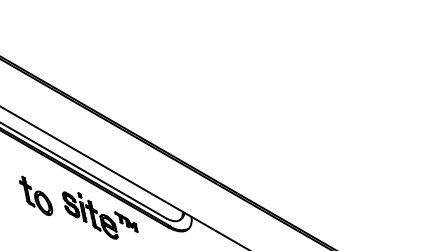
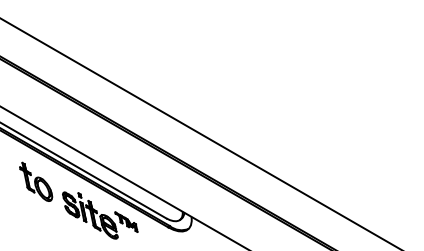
line at (200, 133): none -> present
part at (36, 195) position: (36, 195) -> (36, 181)
